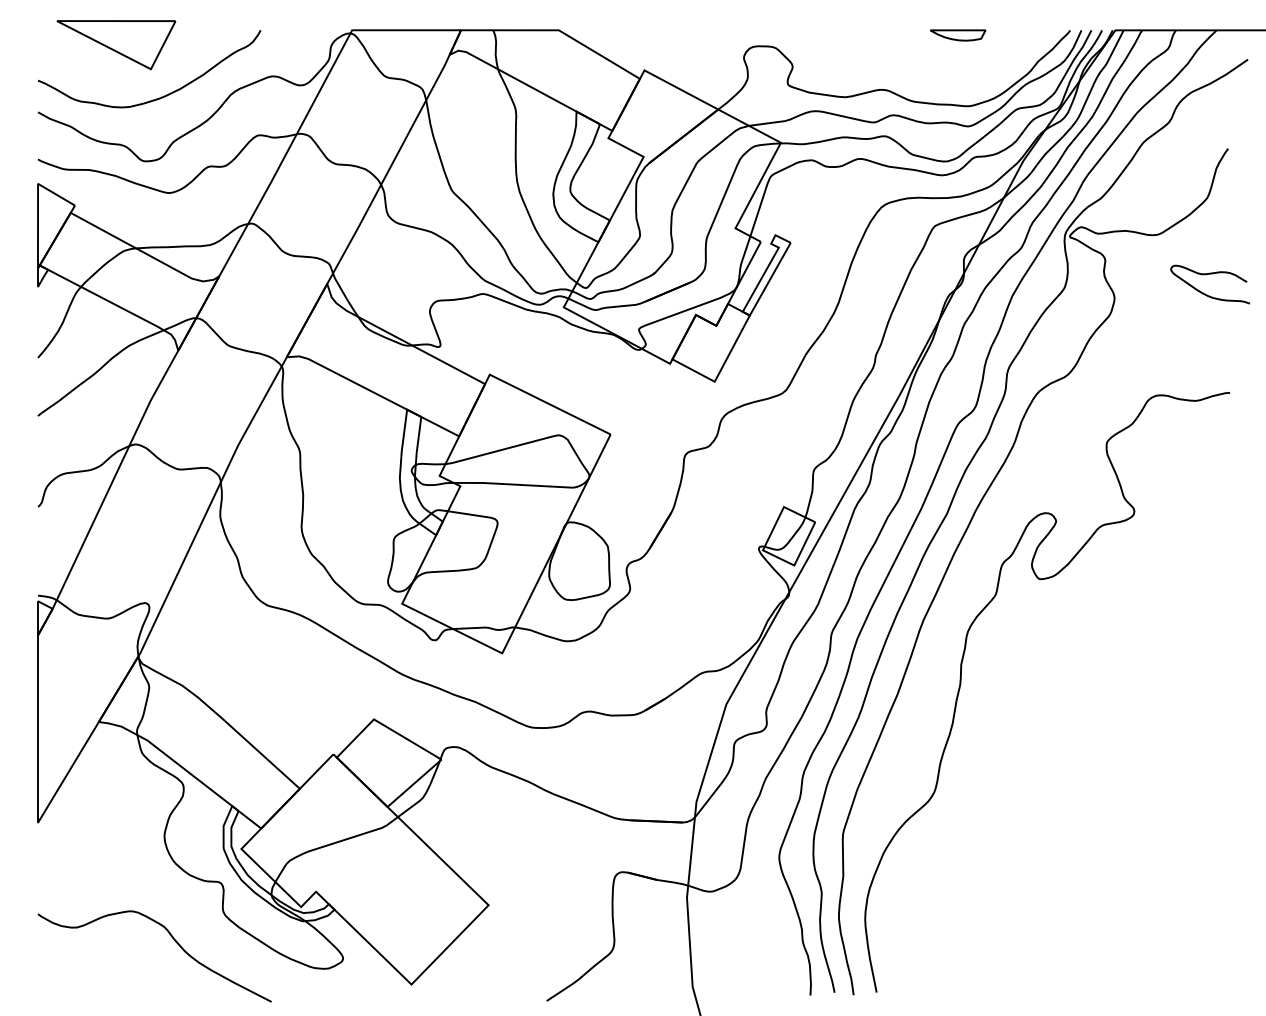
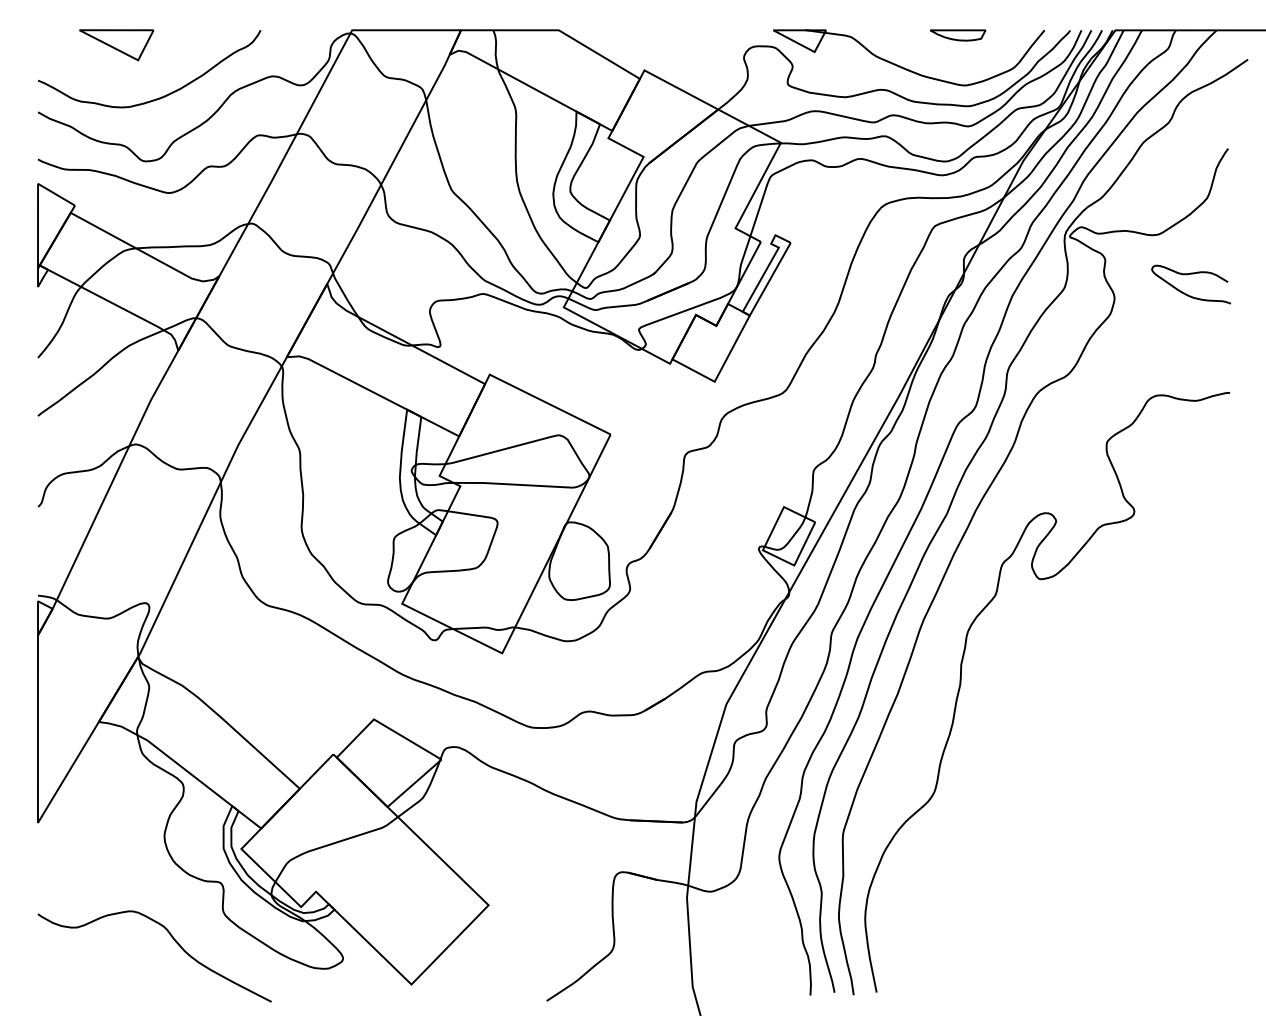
part at (116, 45) size: 121x51 px -> 76x33 px
part at (904, 67): none -> present
curve at (1206, 275) position: (1206, 275) -> (1187, 275)
